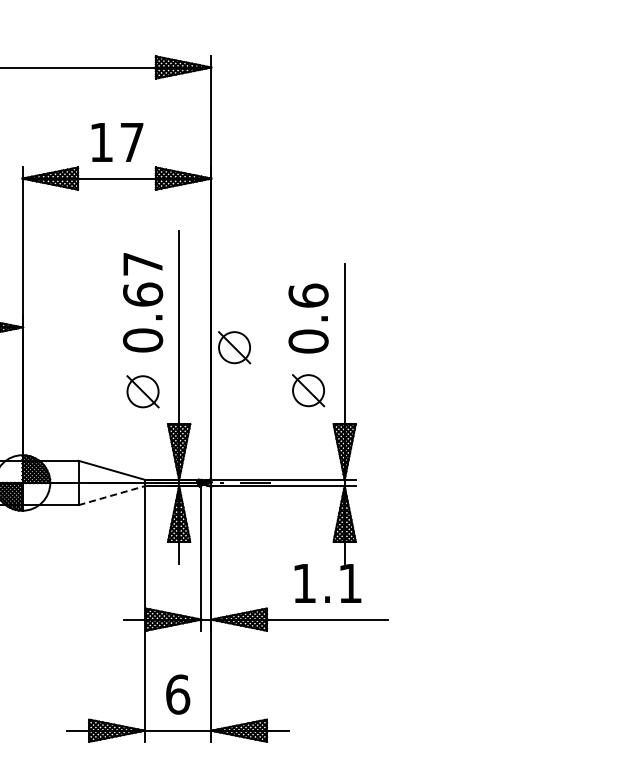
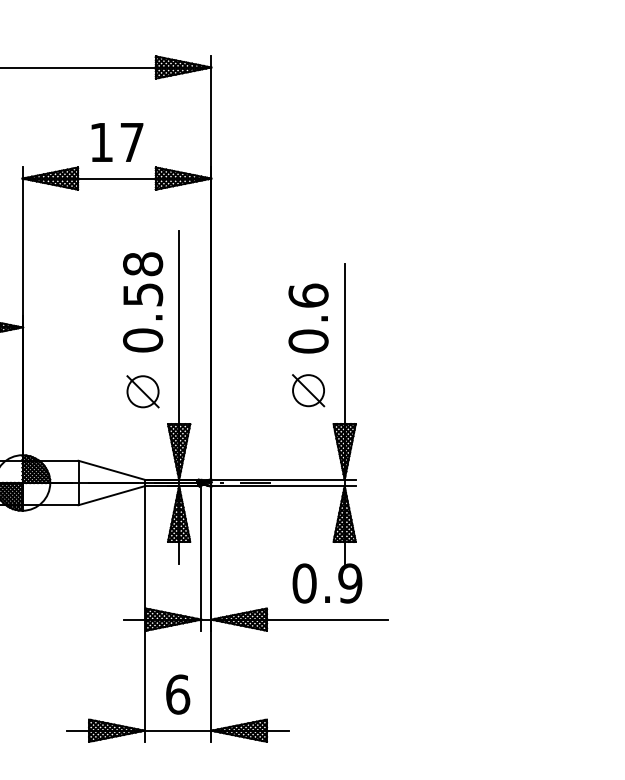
text at (143, 279): 0.67 -> 0.58
part at (234, 347): present -> none
line at (112, 495): dashed -> solid
text at (327, 583): 1.1 -> 0.9
